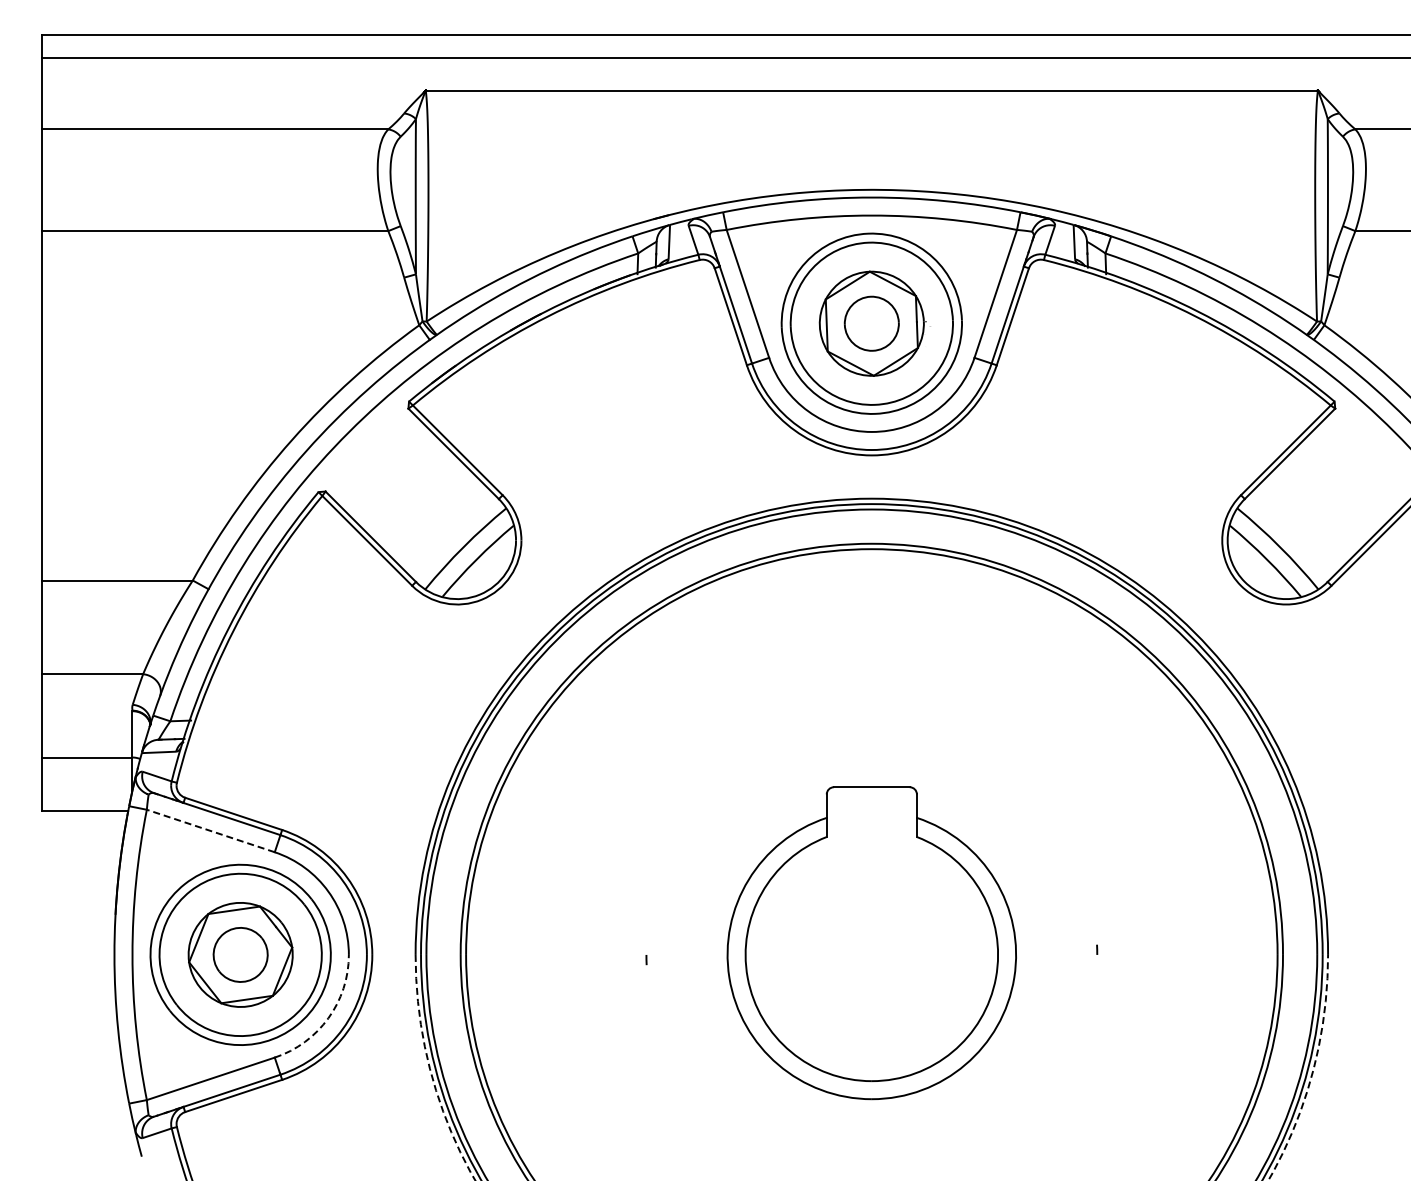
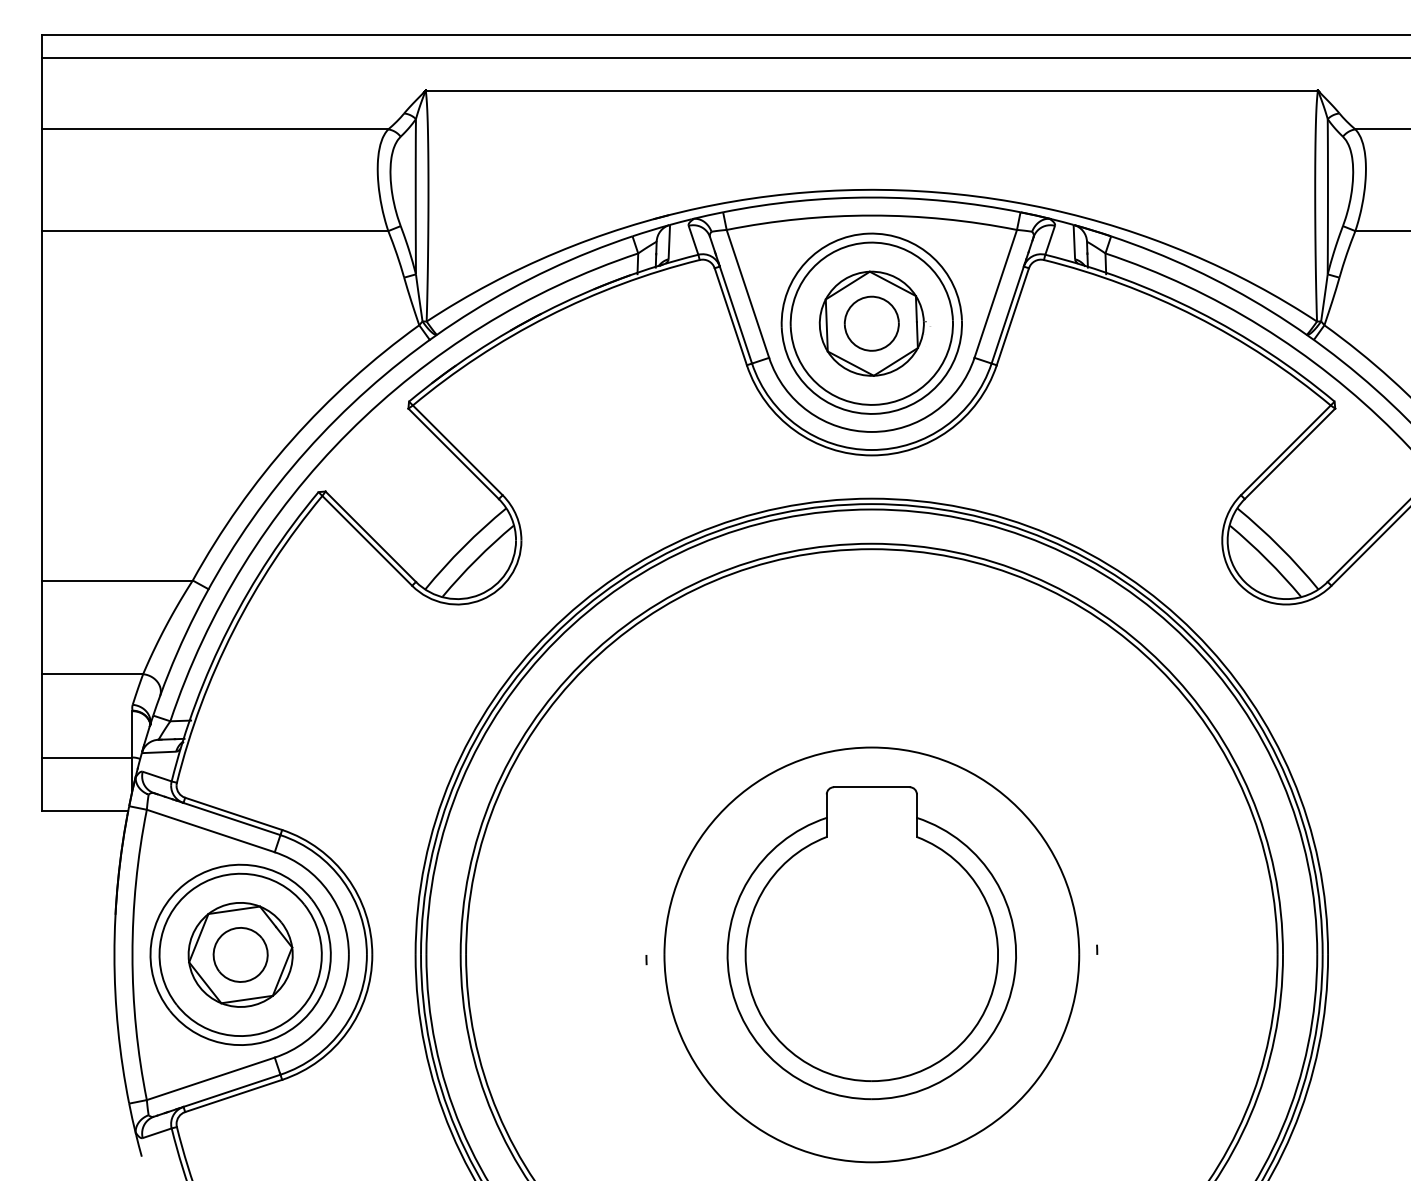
line at (210, 830): dashed -> solid
part at (871, 954): none -> present
arc at (328, 1018): dashed -> solid
arc at (1268, 1180): dashed -> solid
